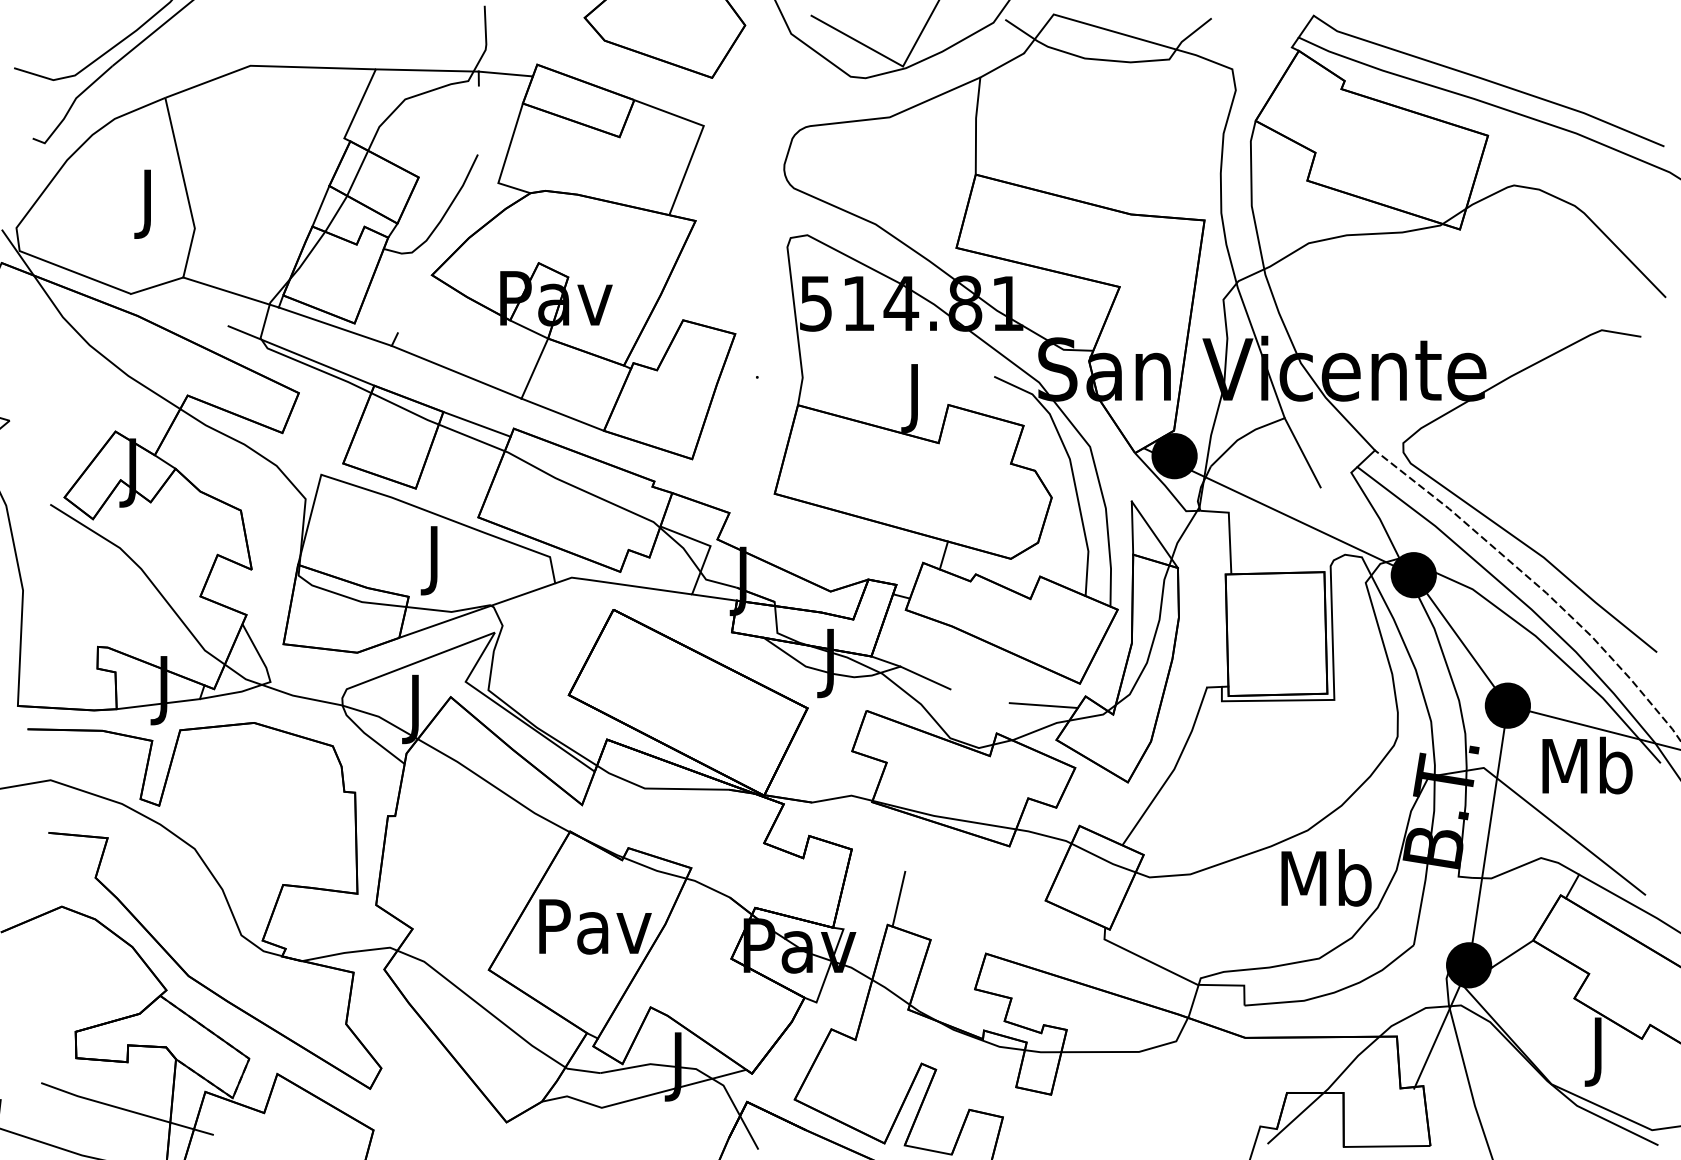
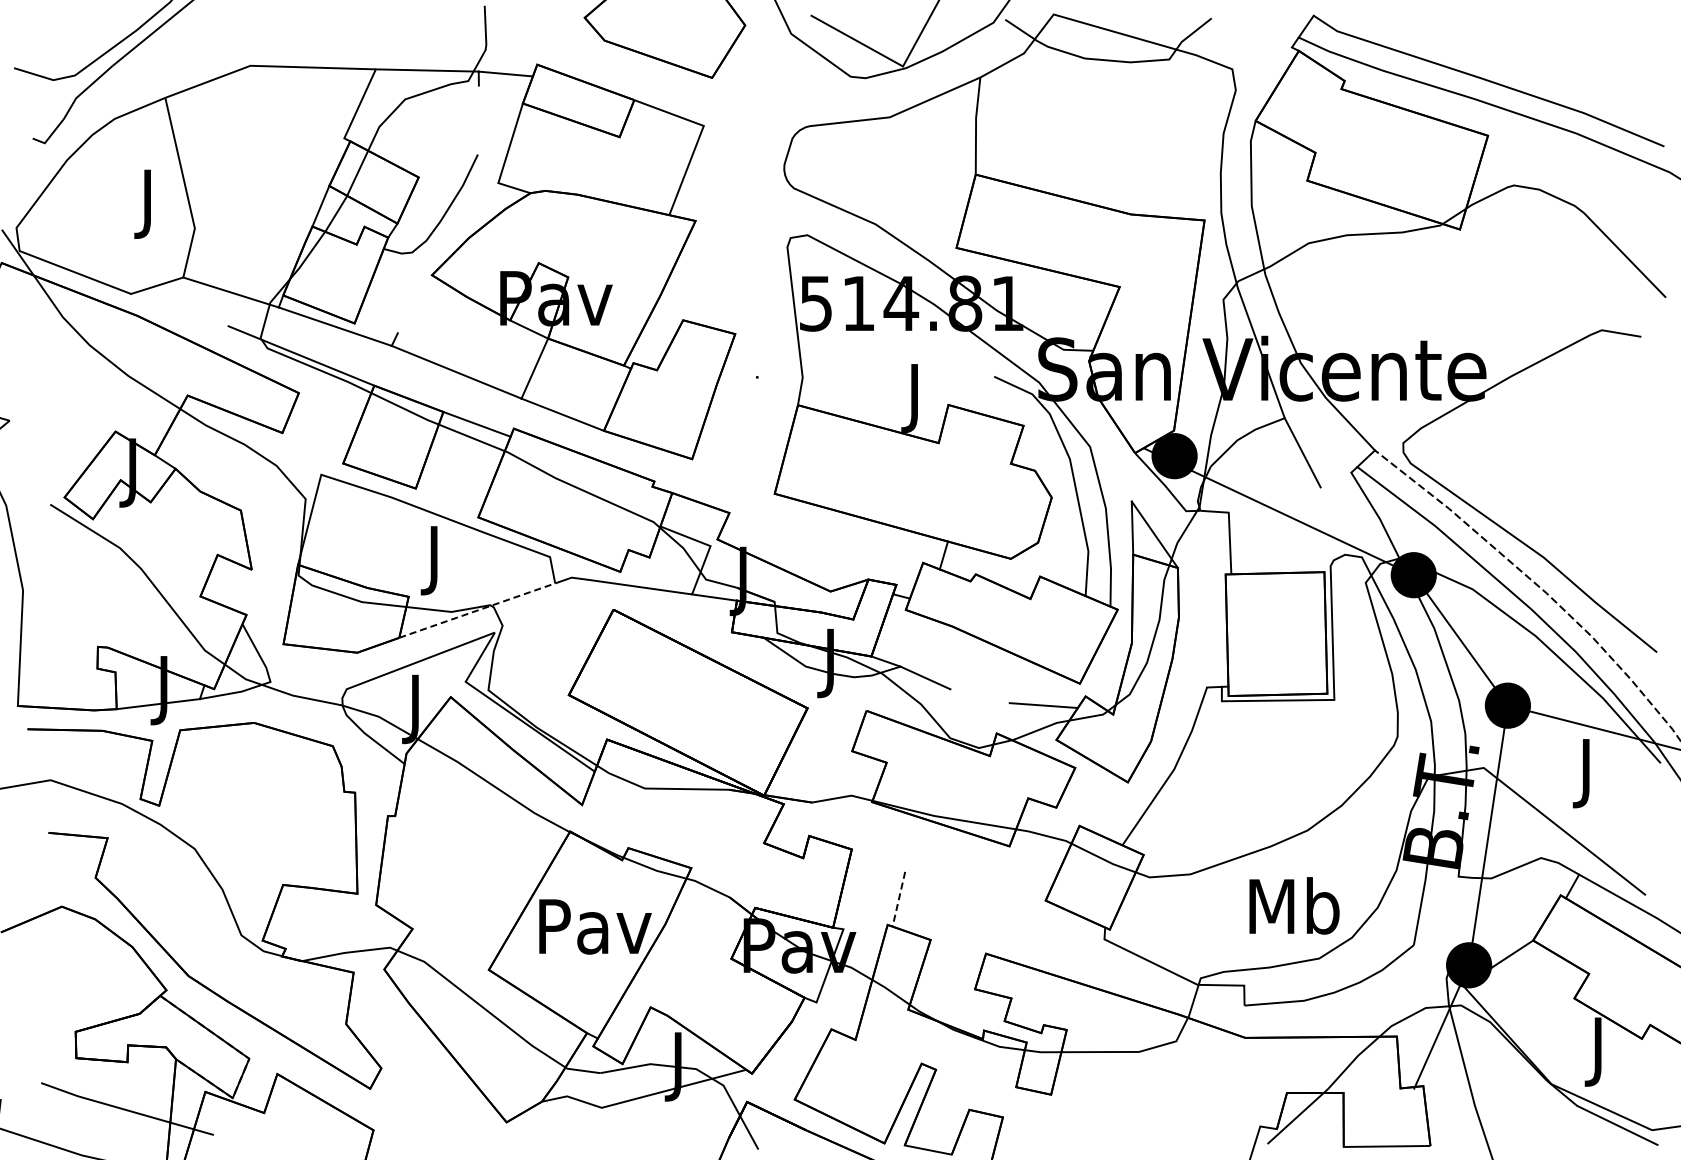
line at (477, 610): solid -> dashed
text at (1587, 772): Mb -> J
text at (1326, 877) position: (1326, 877) -> (1294, 905)
line at (898, 899): solid -> dashed
